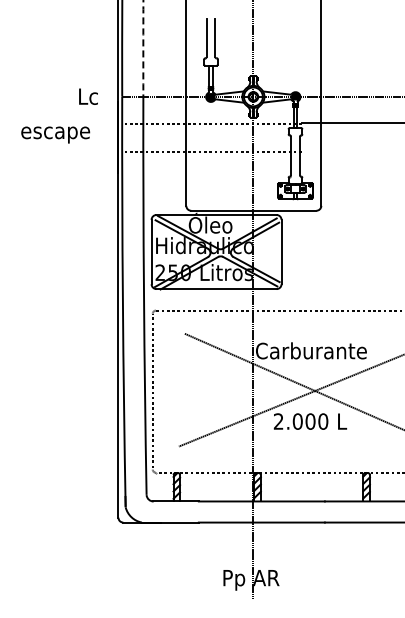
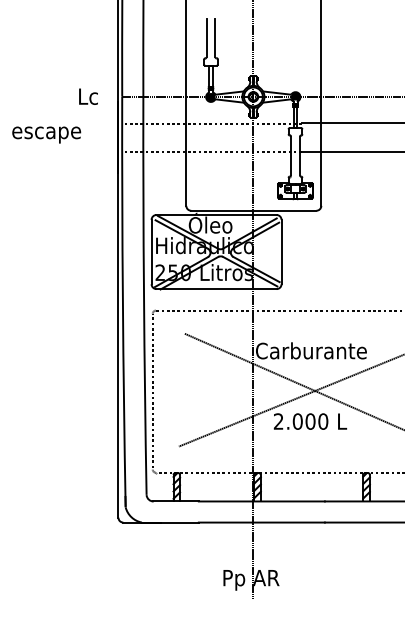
arc at (143, 48): dashed -> solid
text at (55, 134) position: (55, 134) -> (46, 134)
line at (351, 151): none -> present
